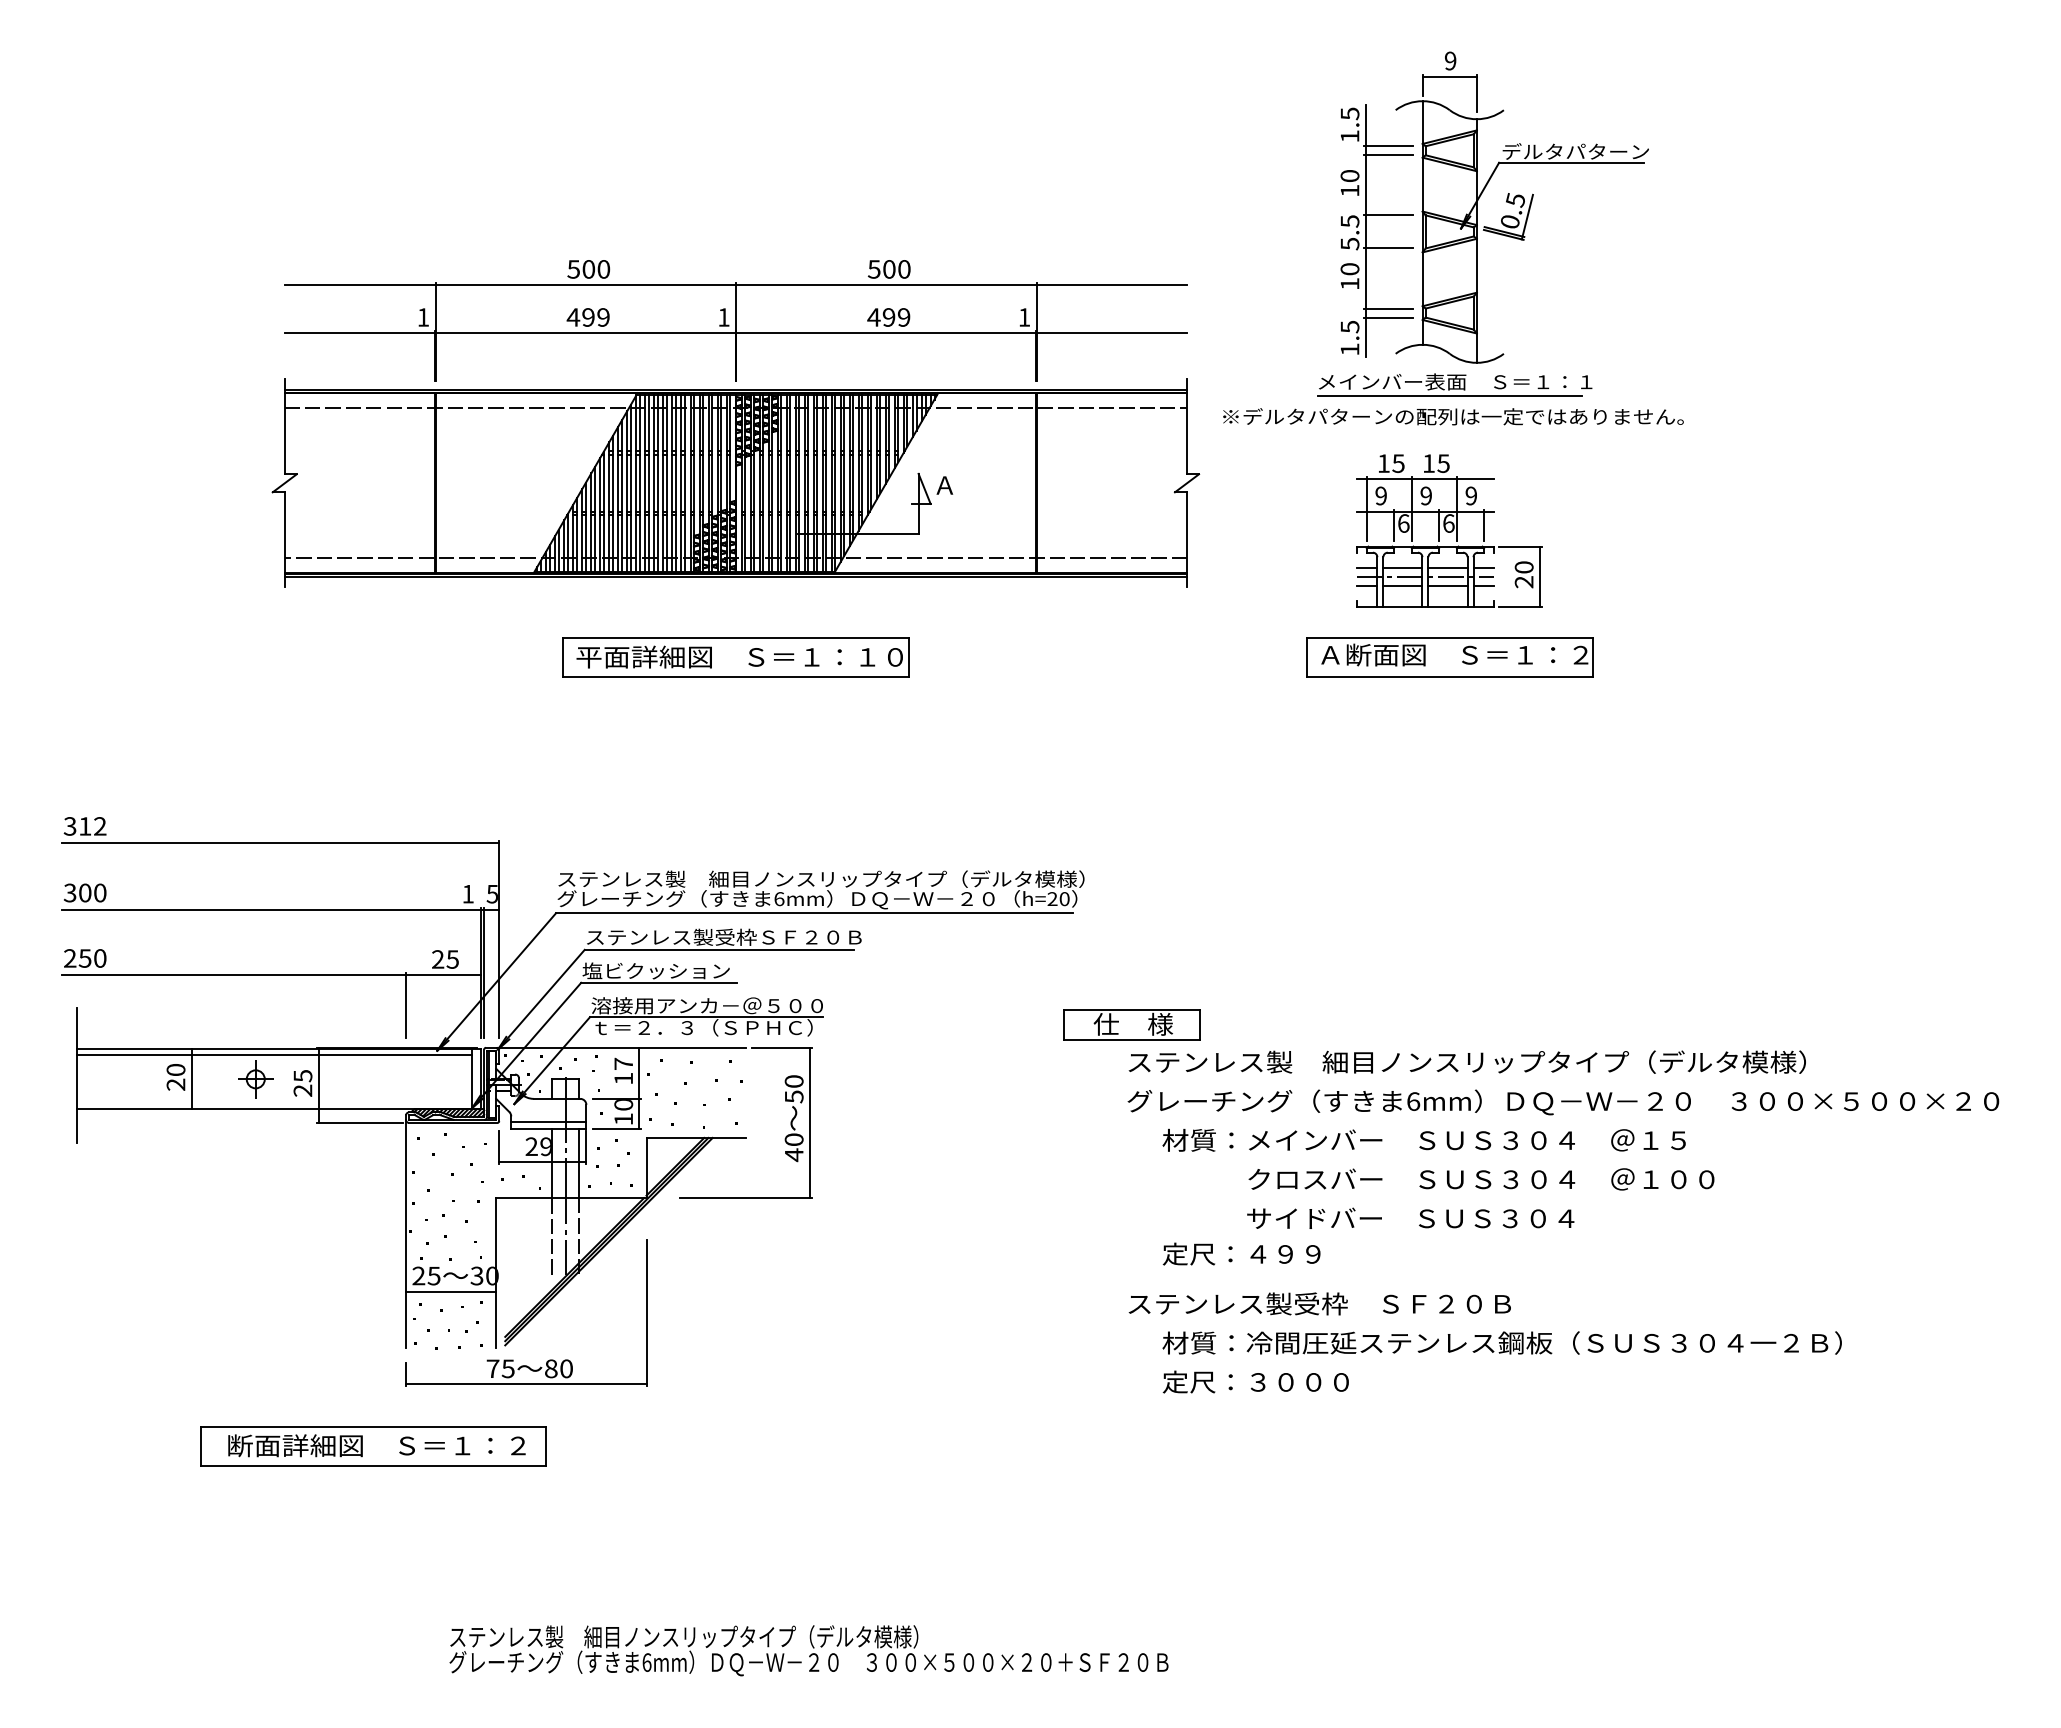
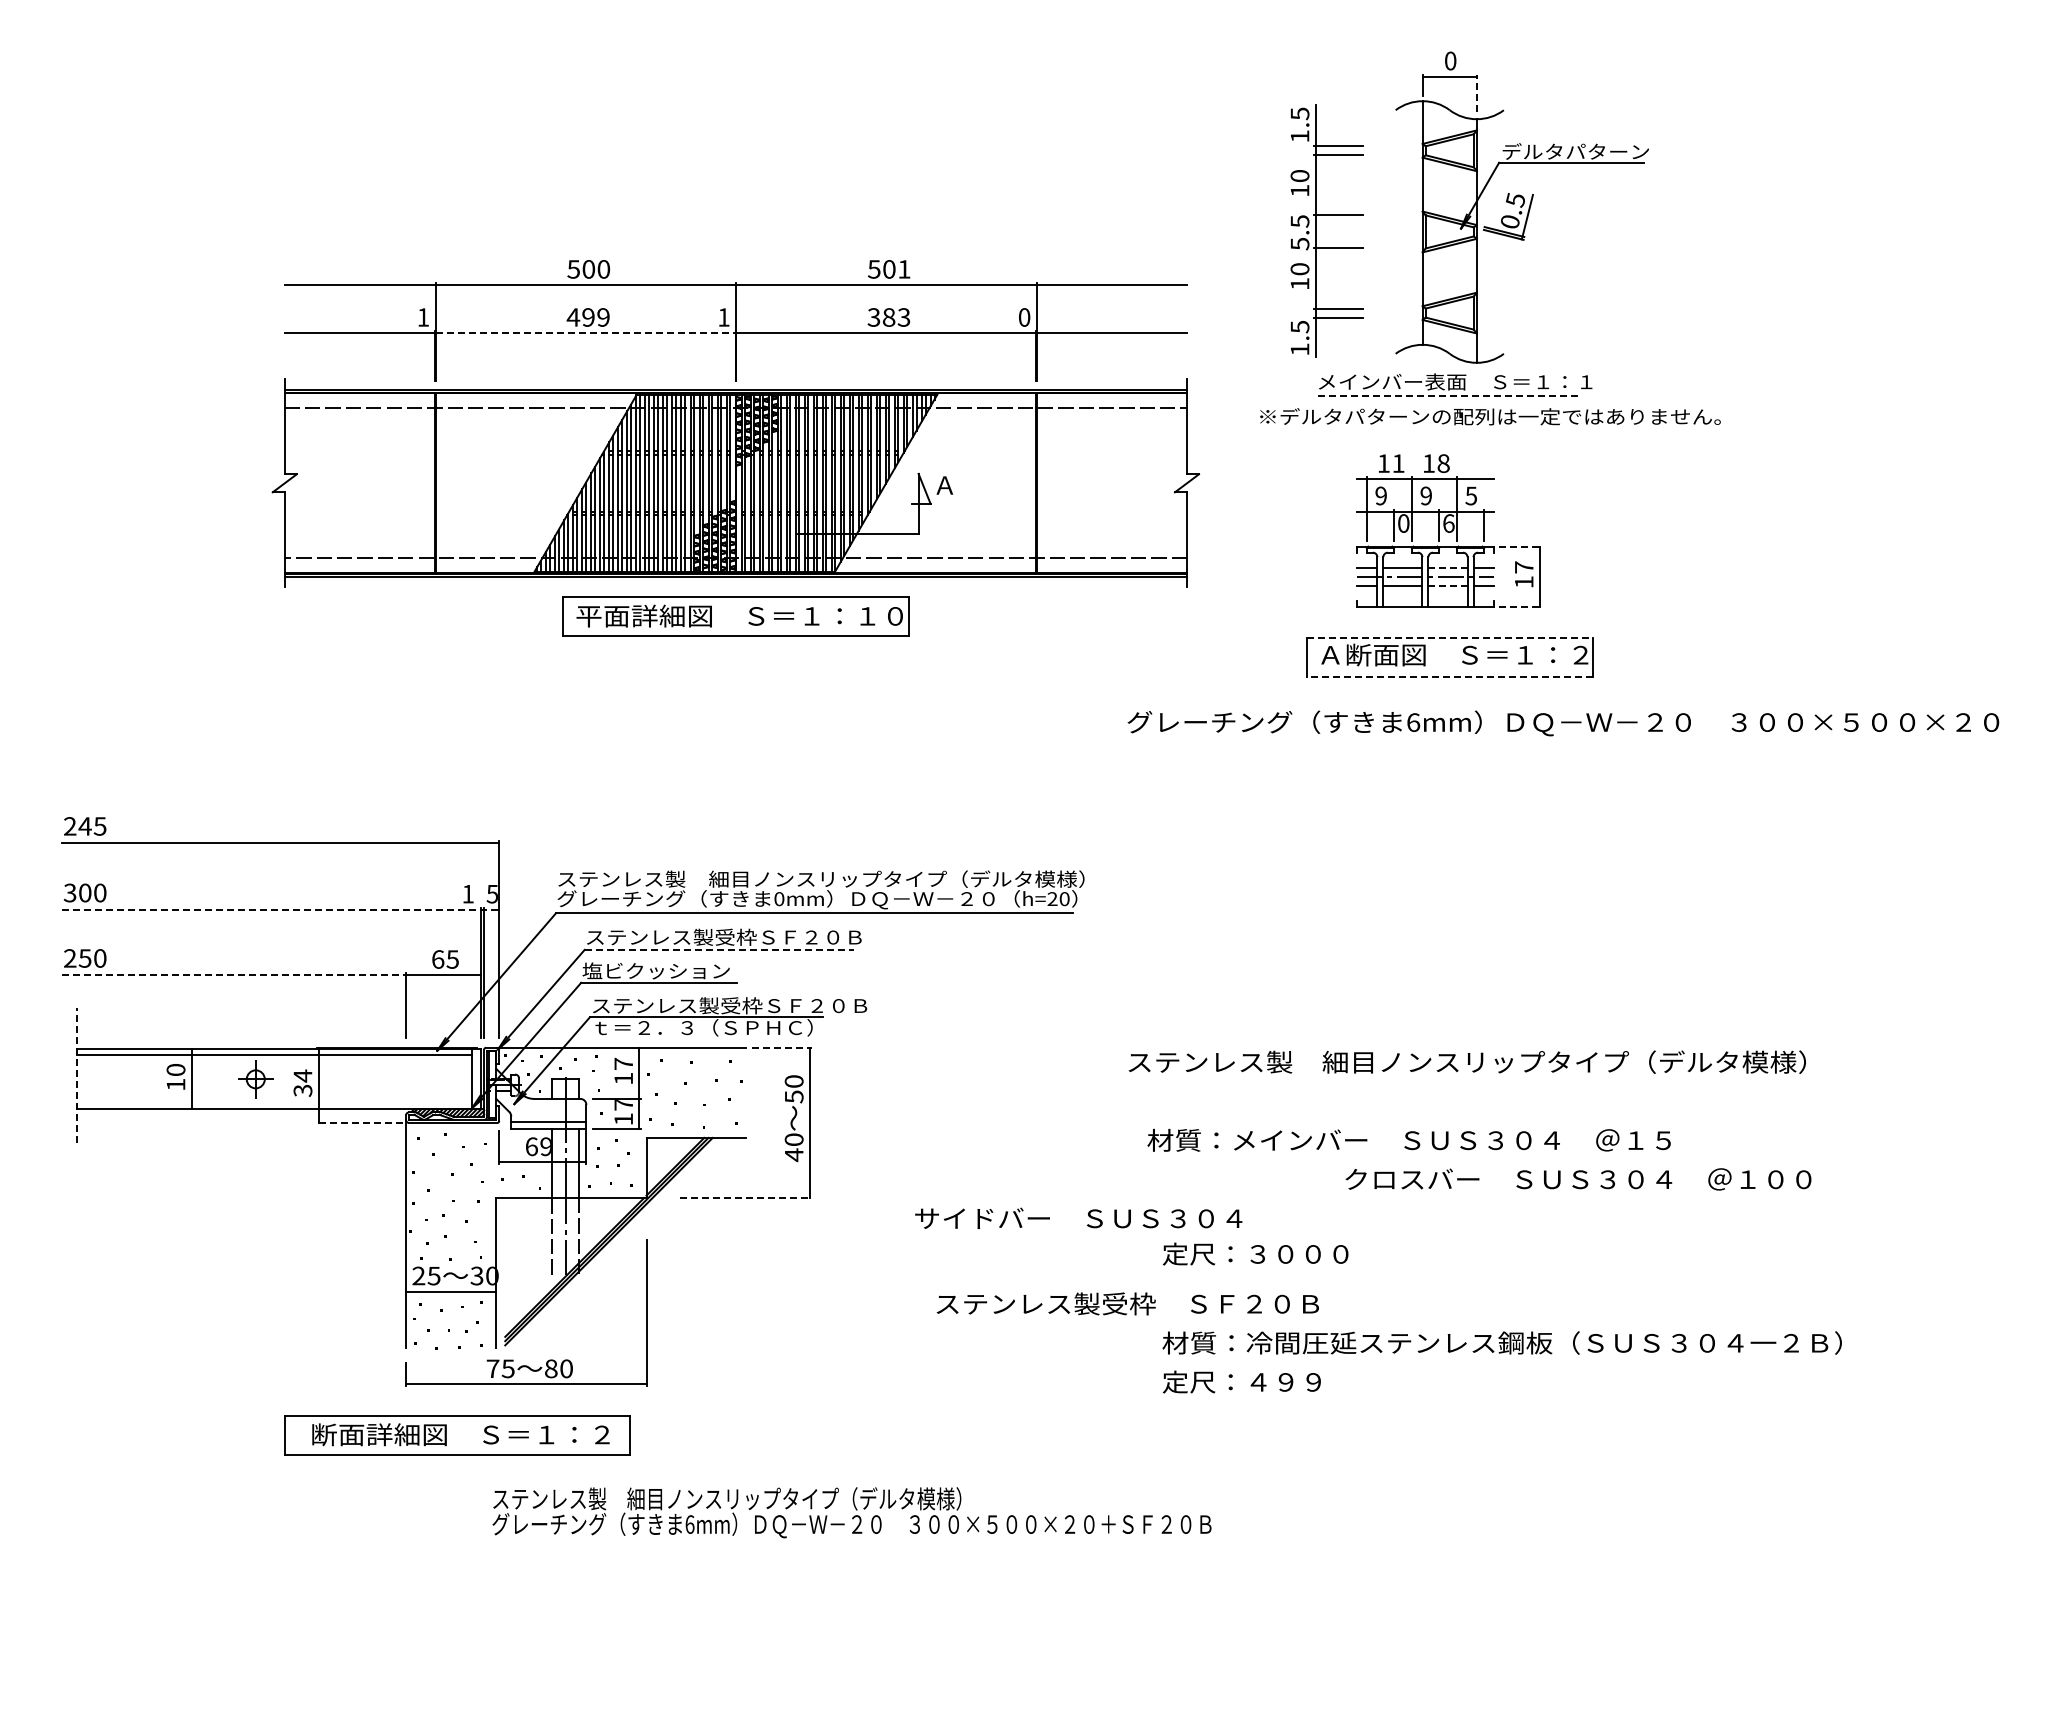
text at (1450, 60): 9 -> 0
line at (1476, 93): solid -> dashed
part at (1366, 230) position: (1366, 230) -> (1316, 230)
text at (904, 269): 500 -> 501
text at (888, 317): 499 -> 383
text at (1024, 317): 1 -> 0
line at (585, 333): solid -> dashed
line at (1449, 395): solid -> dashed
text at (1453, 416) position: (1453, 416) -> (1490, 416)
text at (1398, 463): 15 -> 11
text at (1443, 463): 15 -> 18
text at (1470, 495): 9 -> 5
text at (1403, 523): 6 -> 0
line at (1520, 546): solid -> dashed
line at (1447, 567): solid -> dashed
text at (1523, 574): 20 -> 17
line at (1447, 585): solid -> dashed
line at (1520, 606): solid -> dashed
line at (1449, 638): solid -> dashed
part at (735, 657) position: (735, 657) -> (735, 616)
line at (1449, 677): solid -> dashed
text at (84, 826): 312 -> 245
text at (779, 898): 6mm -> 0mm
line at (280, 909): solid -> dashed
line at (719, 949): solid -> dashed
text at (438, 959): 25 -> 65
line at (234, 975): solid -> dashed
text at (729, 1005): 溶接用アンカ－＠５００ -> ステンレス製受枠ＳＦ２０Ｂ
part at (1131, 1024): present -> none
line at (781, 1047): solid -> dashed
line at (76, 1074): solid -> dashed
text at (302, 1082): 25 -> 34
text at (175, 1084): 20 -> 10
text at (1563, 1102) position: (1563, 1102) -> (1563, 723)
text at (623, 1105): 10 -> 17
line at (359, 1122): solid -> dashed
text at (1423, 1139) position: (1423, 1139) -> (1408, 1139)
text at (531, 1146): 29 -> 69
text at (1481, 1179) position: (1481, 1179) -> (1578, 1179)
line at (745, 1198): solid -> dashed
text at (1410, 1217) position: (1410, 1217) -> (1078, 1217)
text at (1299, 1254): 定尺：４９９ -> 定尺：３０００
text at (1319, 1303) position: (1319, 1303) -> (1127, 1303)
text at (1299, 1382): 定尺：３０００ -> 定尺：４９９
part at (373, 1446) position: (373, 1446) -> (457, 1435)
text at (808, 1650) position: (808, 1650) -> (851, 1512)
